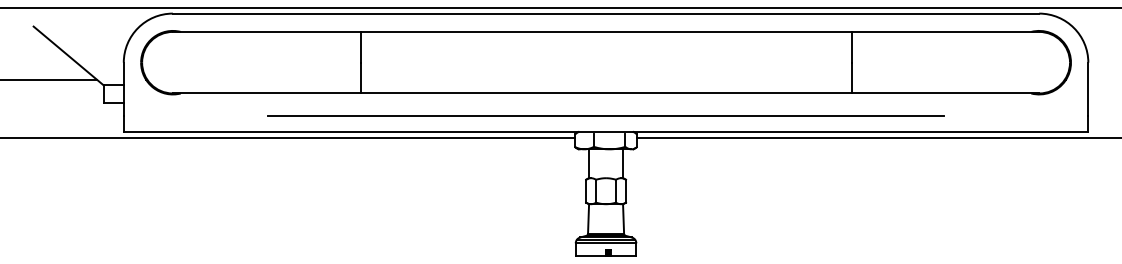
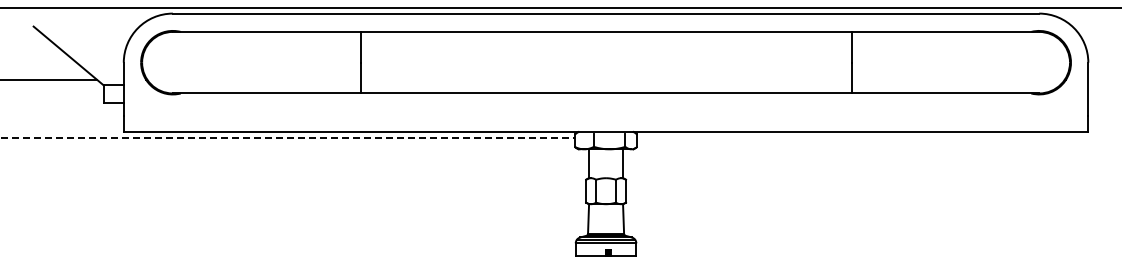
line at (605, 115): present -> none
line at (287, 137): solid -> dashed
line at (877, 137): present -> none
